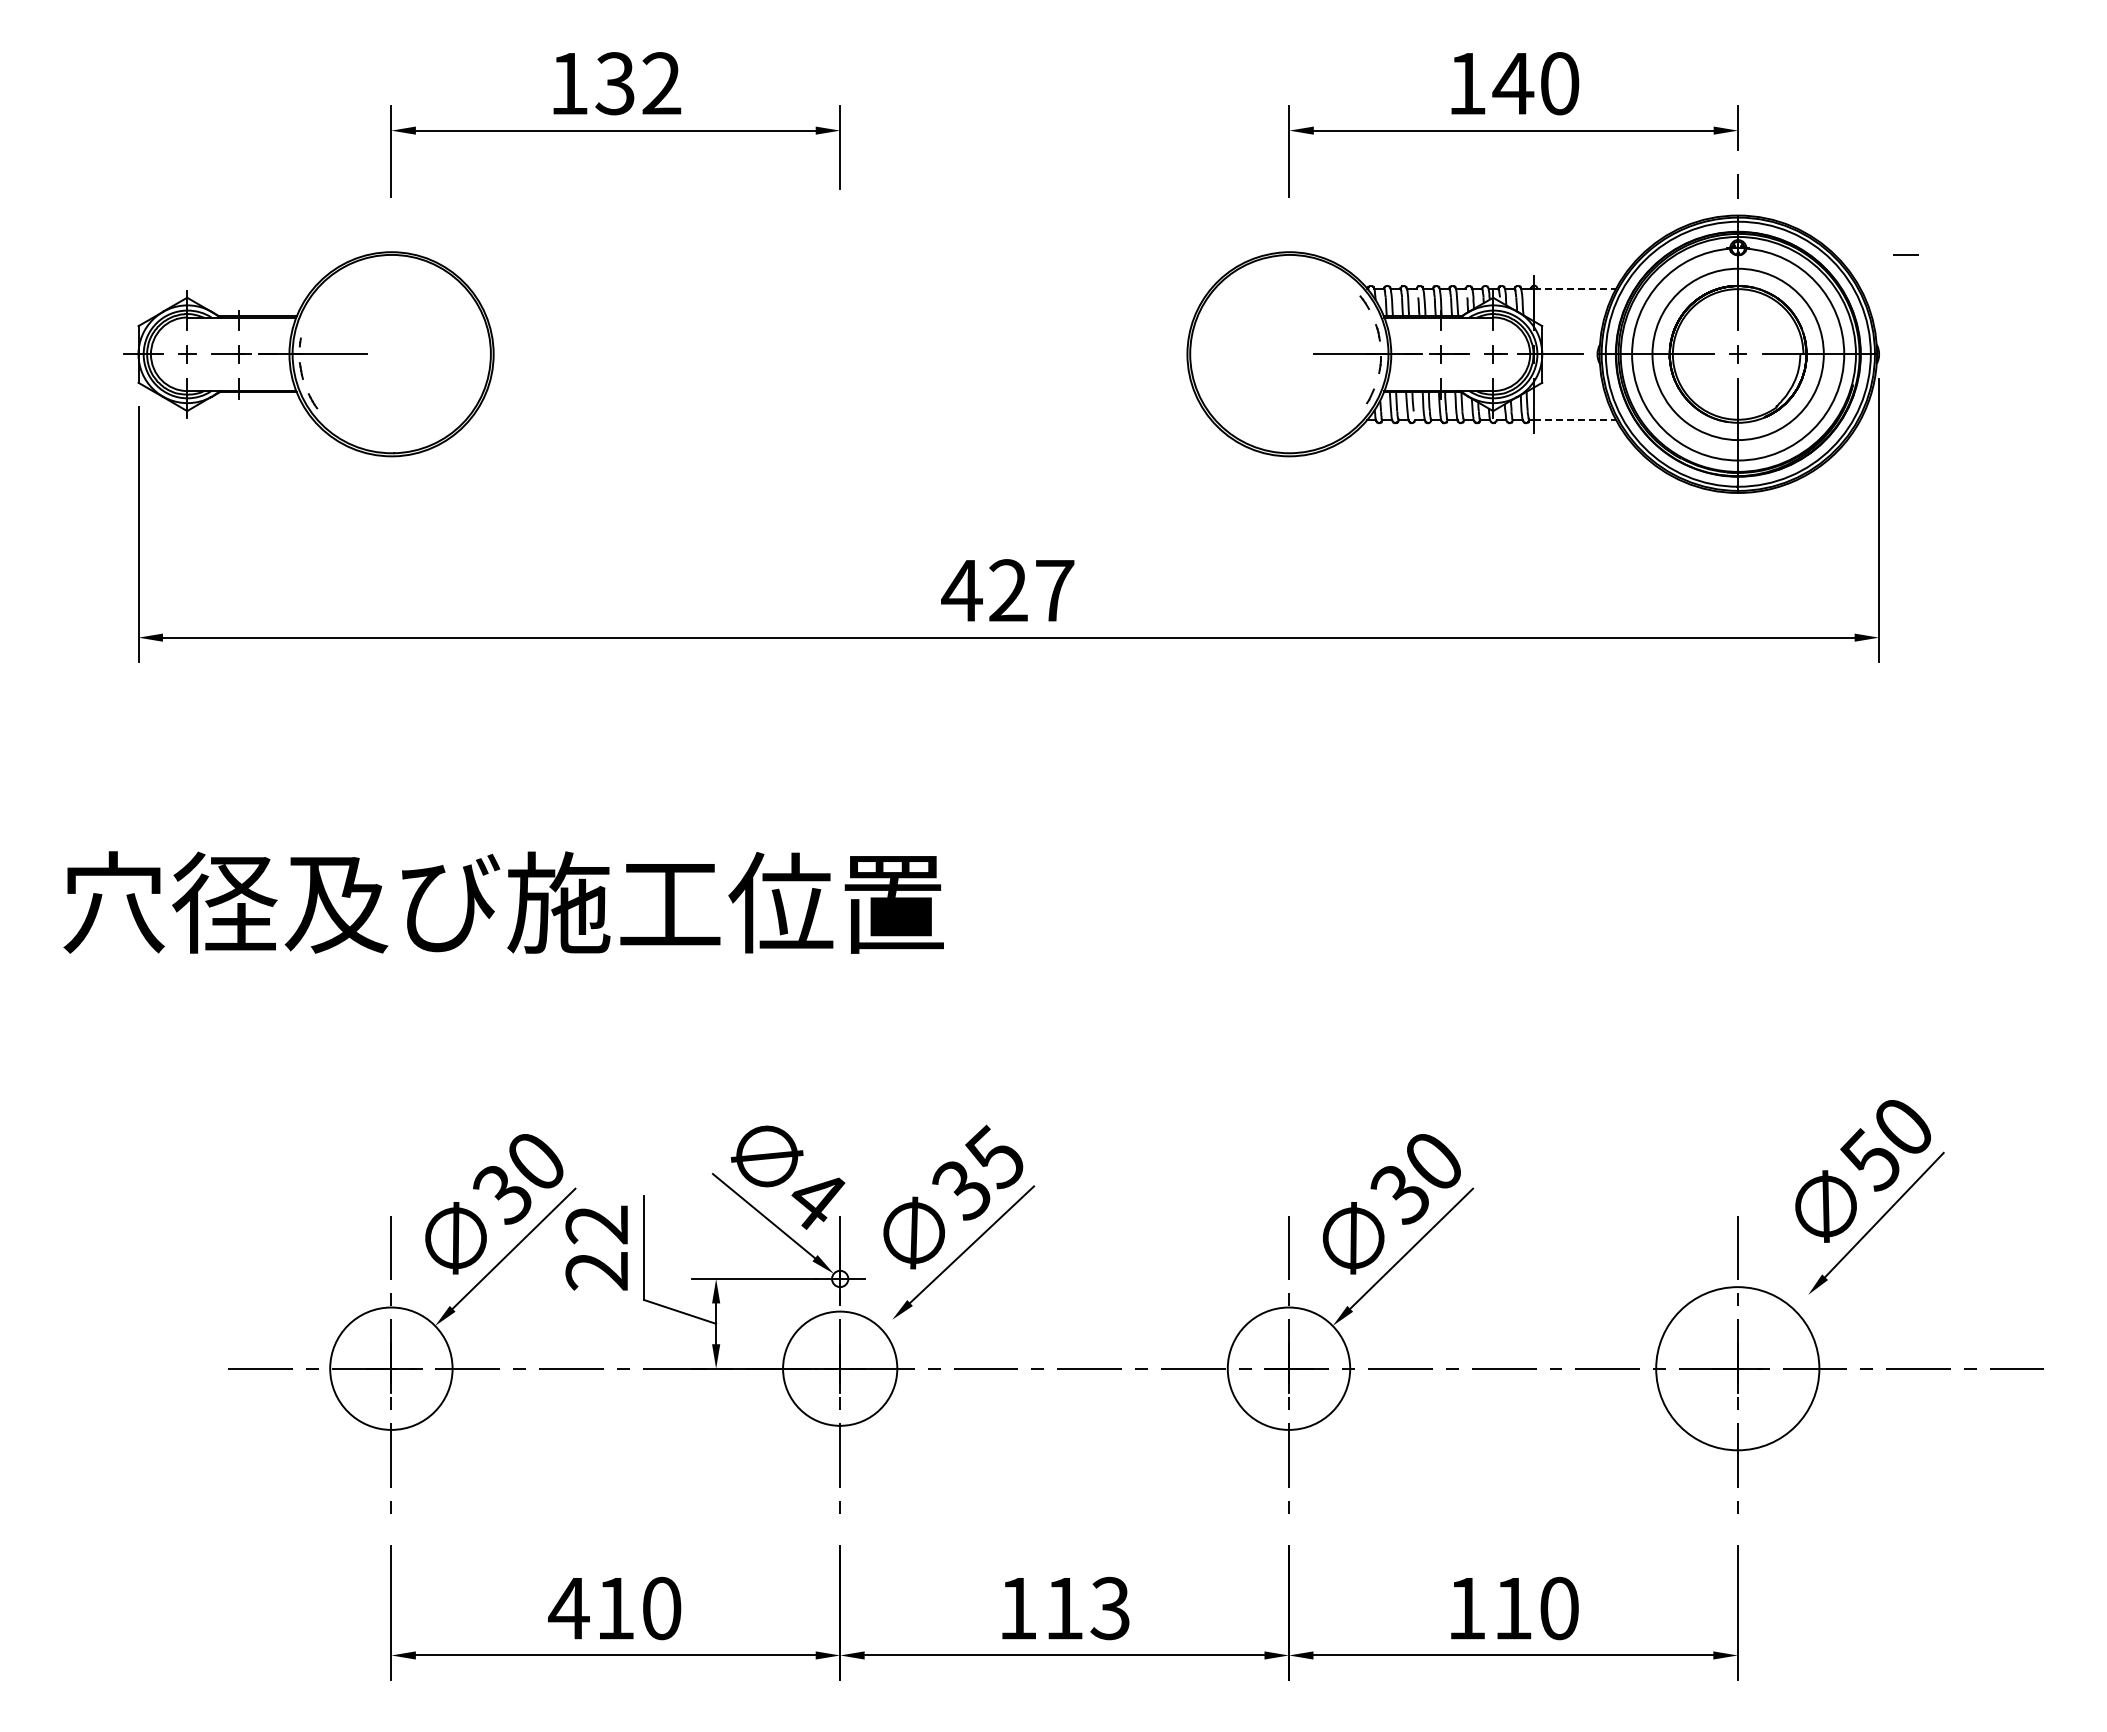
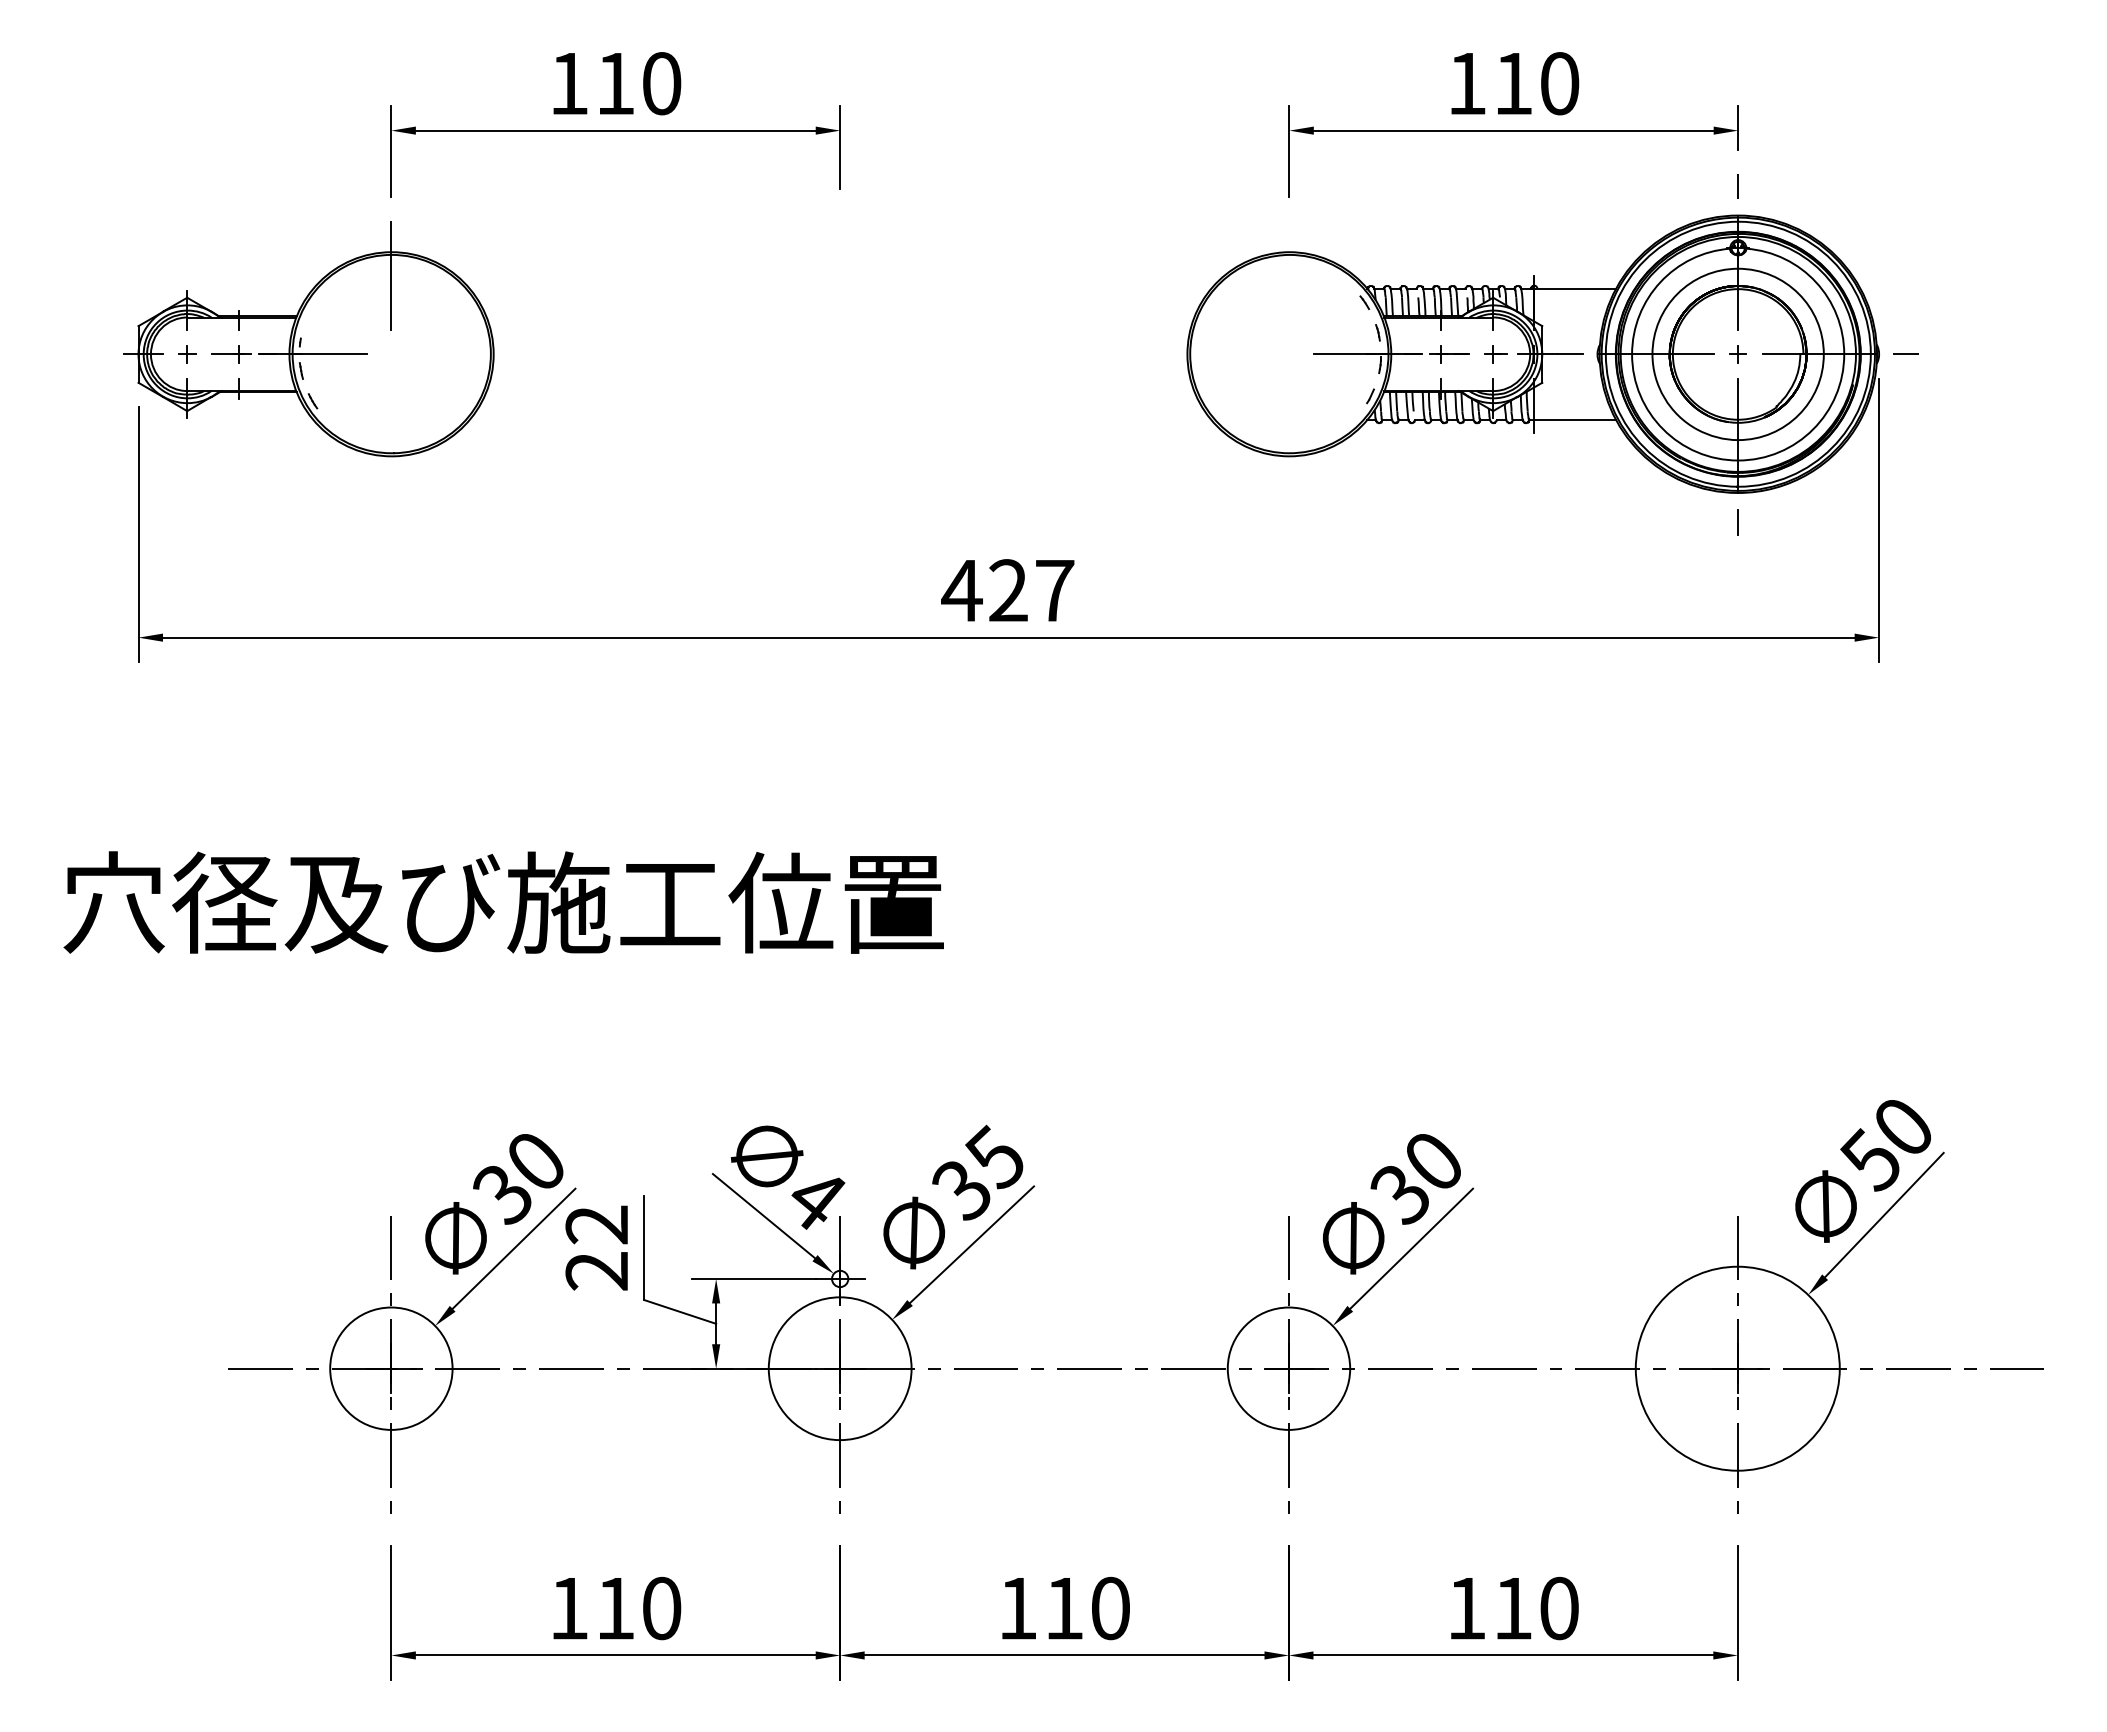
text at (638, 83): 132 -> 110
text at (1513, 83): 140 -> 110
line at (1905, 254) position: (1905, 254) -> (1905, 353)
line at (391, 275): none -> present
line at (1574, 289): dashed -> solid
line at (1574, 419): dashed -> solid
line at (1738, 521): none -> present
circle at (840, 1368) diameter: 114 px -> 143 px
circle at (1737, 1368) diameter: 163 px -> 204 px
text at (568, 1608): 410 -> 110
text at (1109, 1608): 113 -> 110
